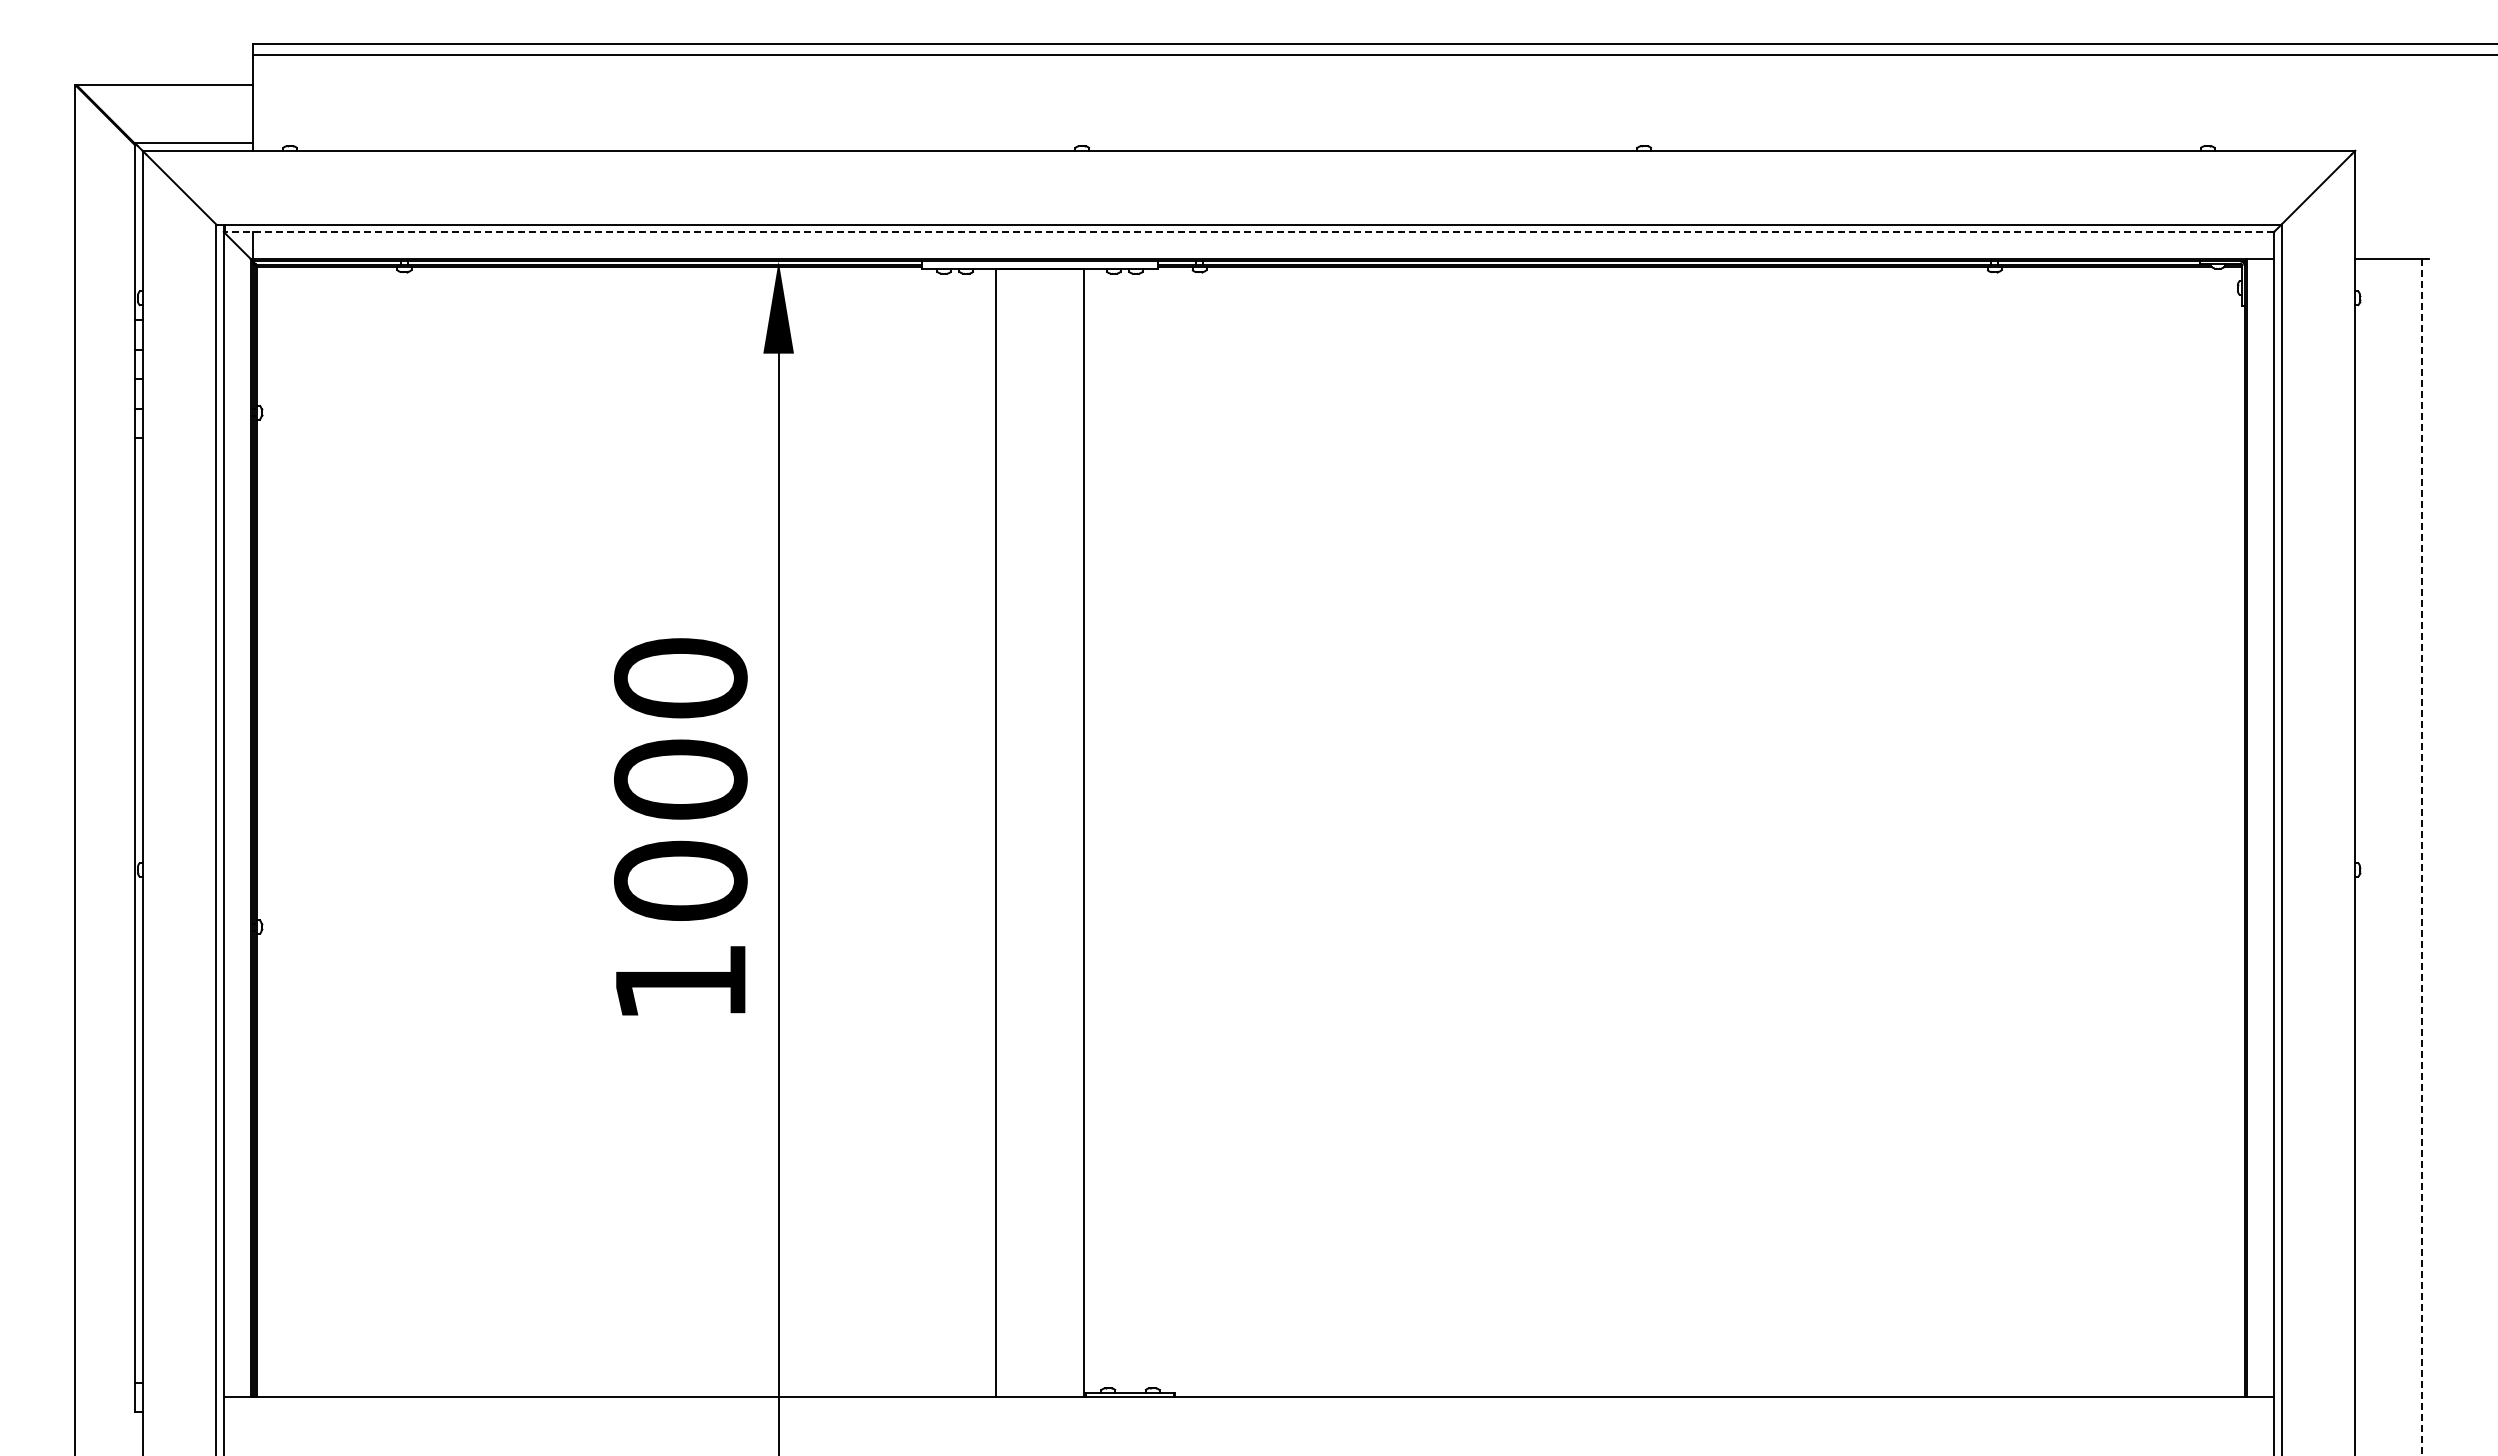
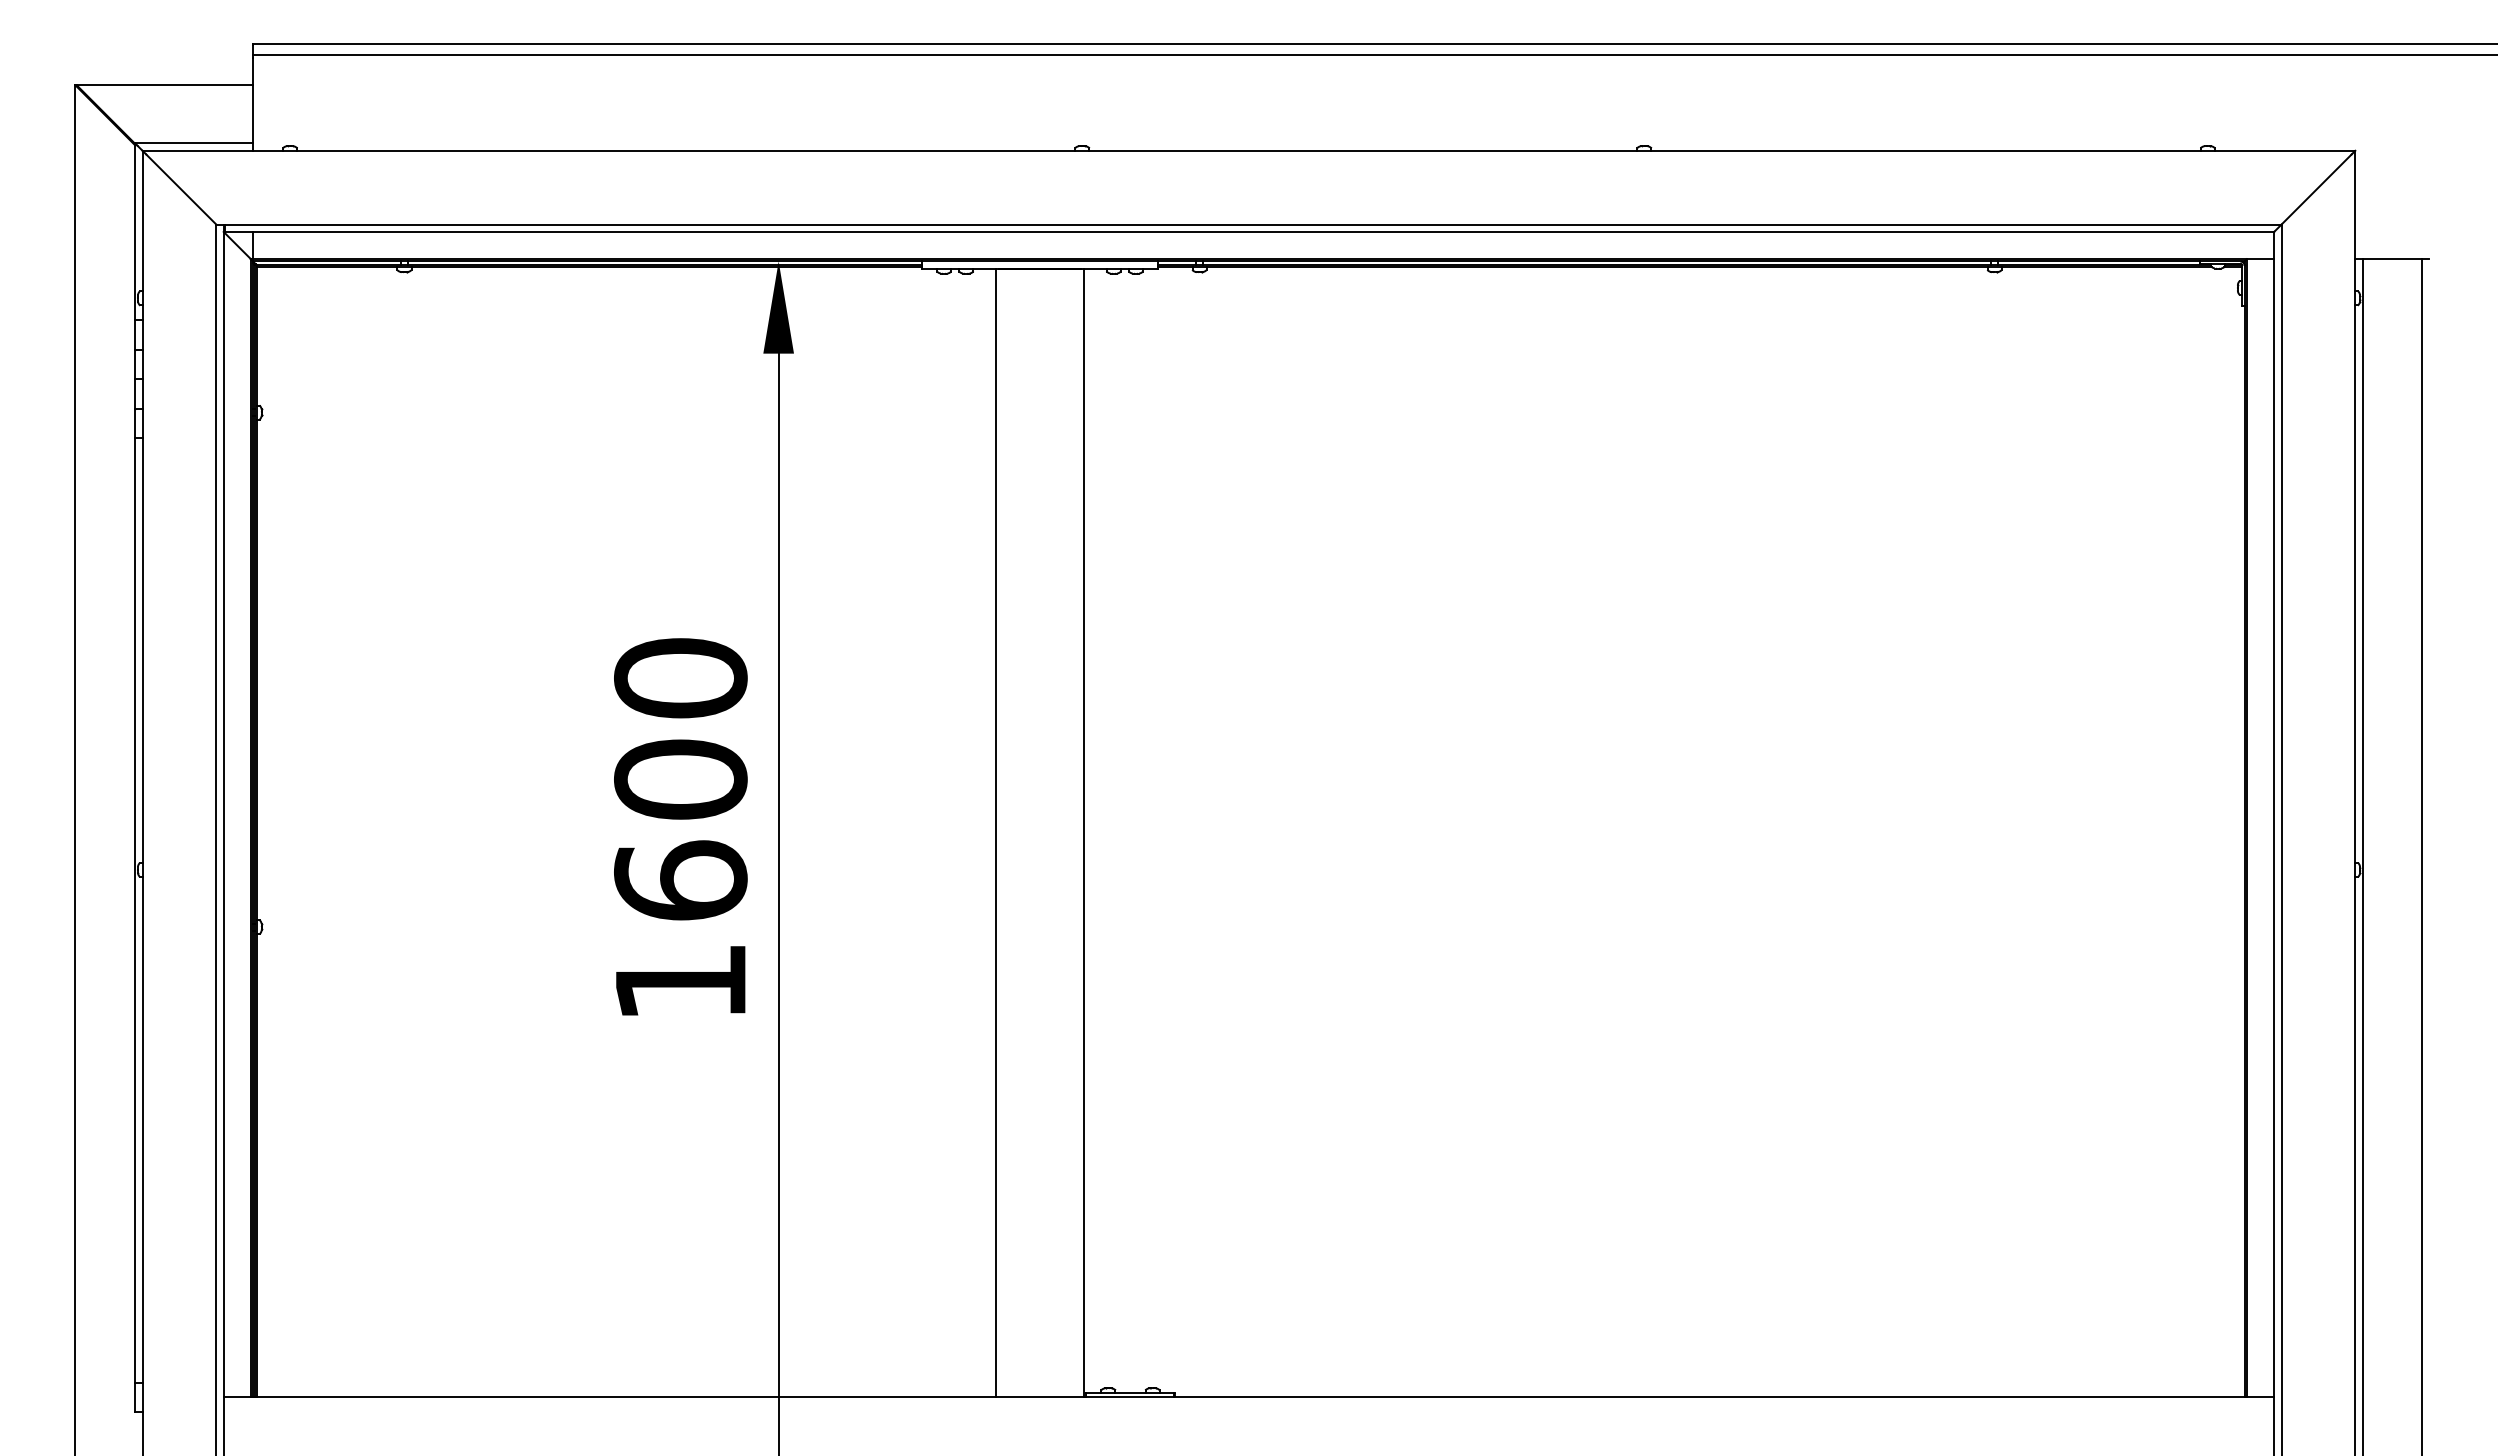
line at (1249, 231): dashed -> solid
line at (2362, 855): none -> present
line at (2421, 857): dashed -> solid
text at (680, 880): 1000 -> 1600
